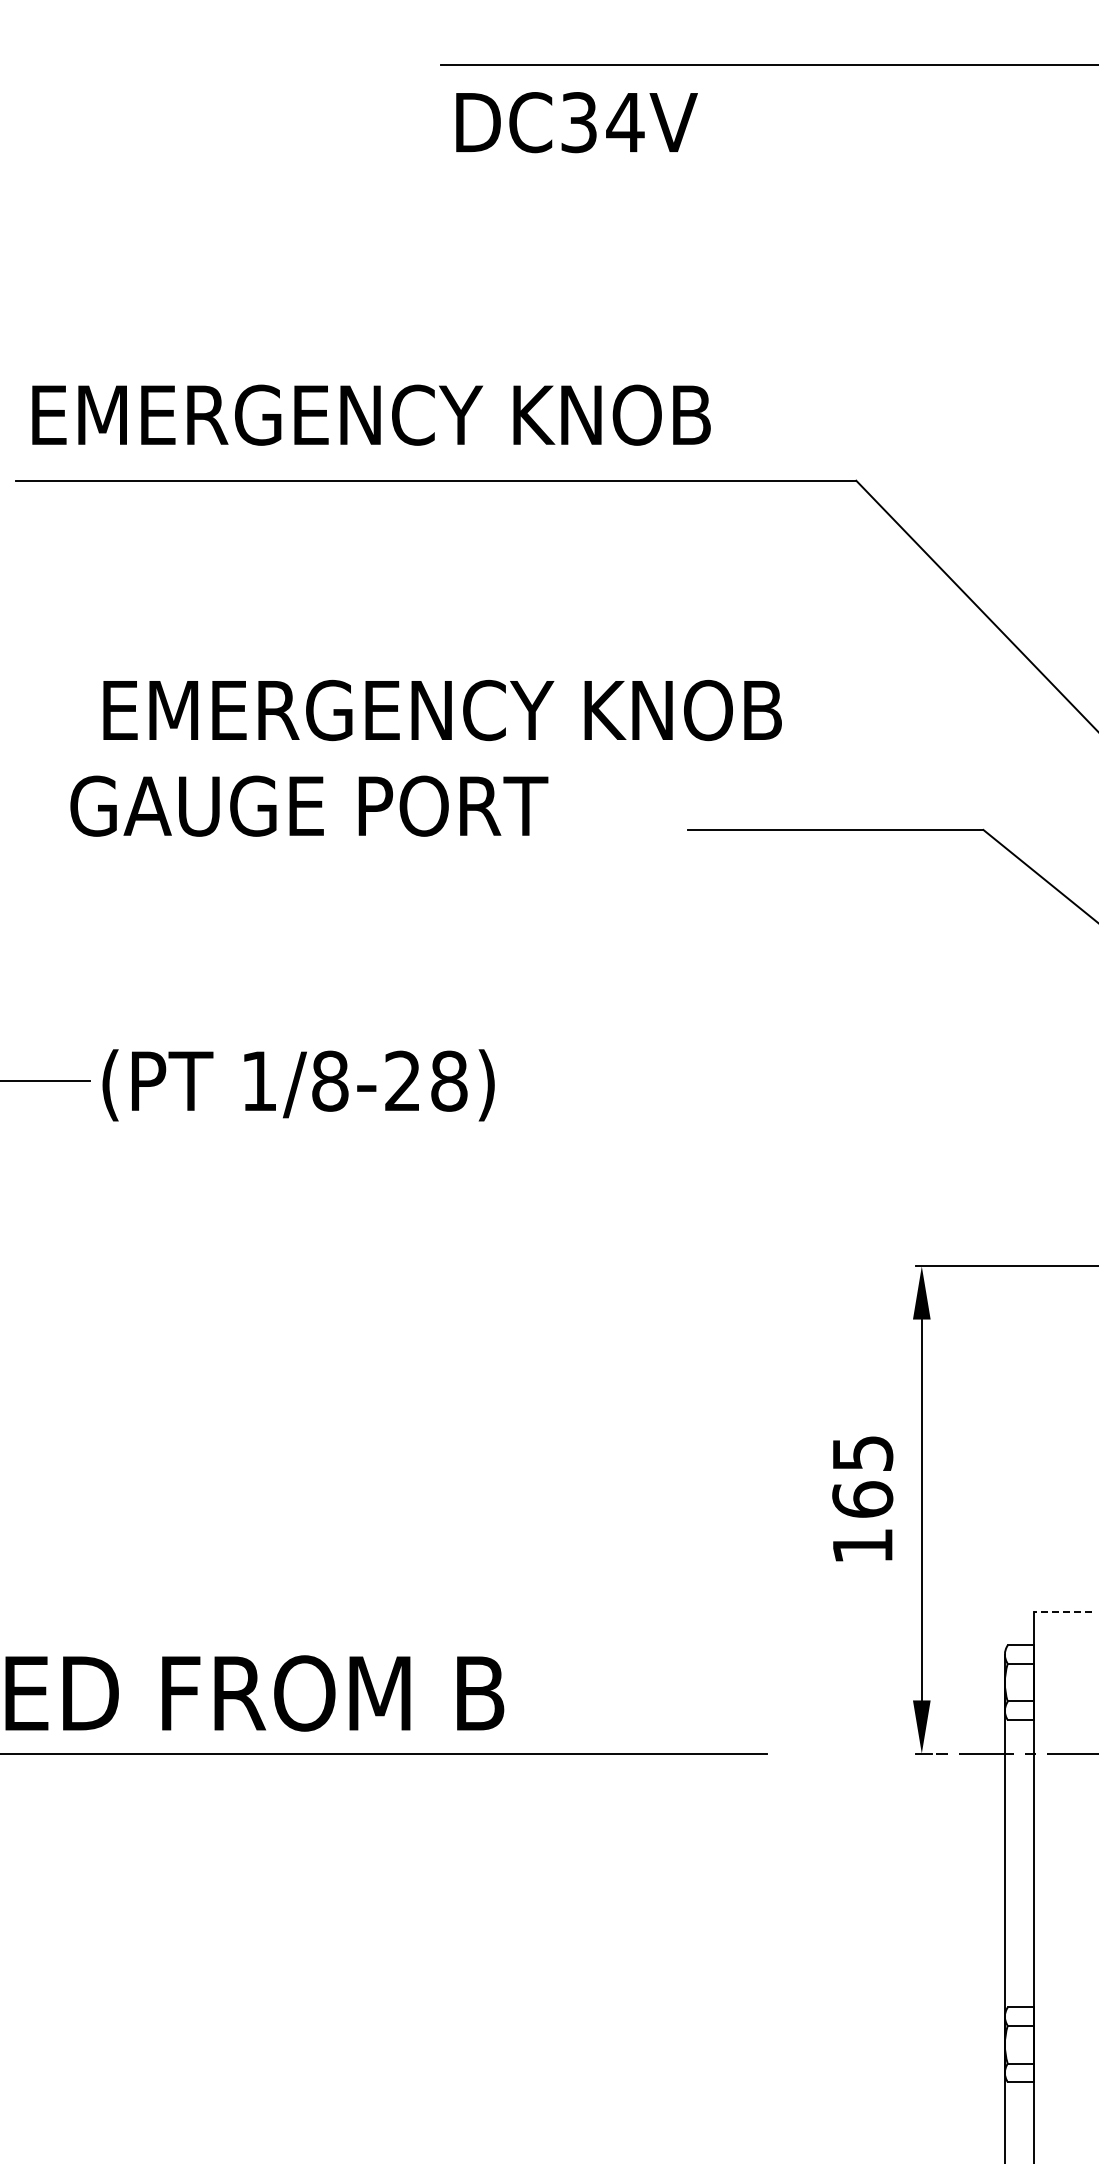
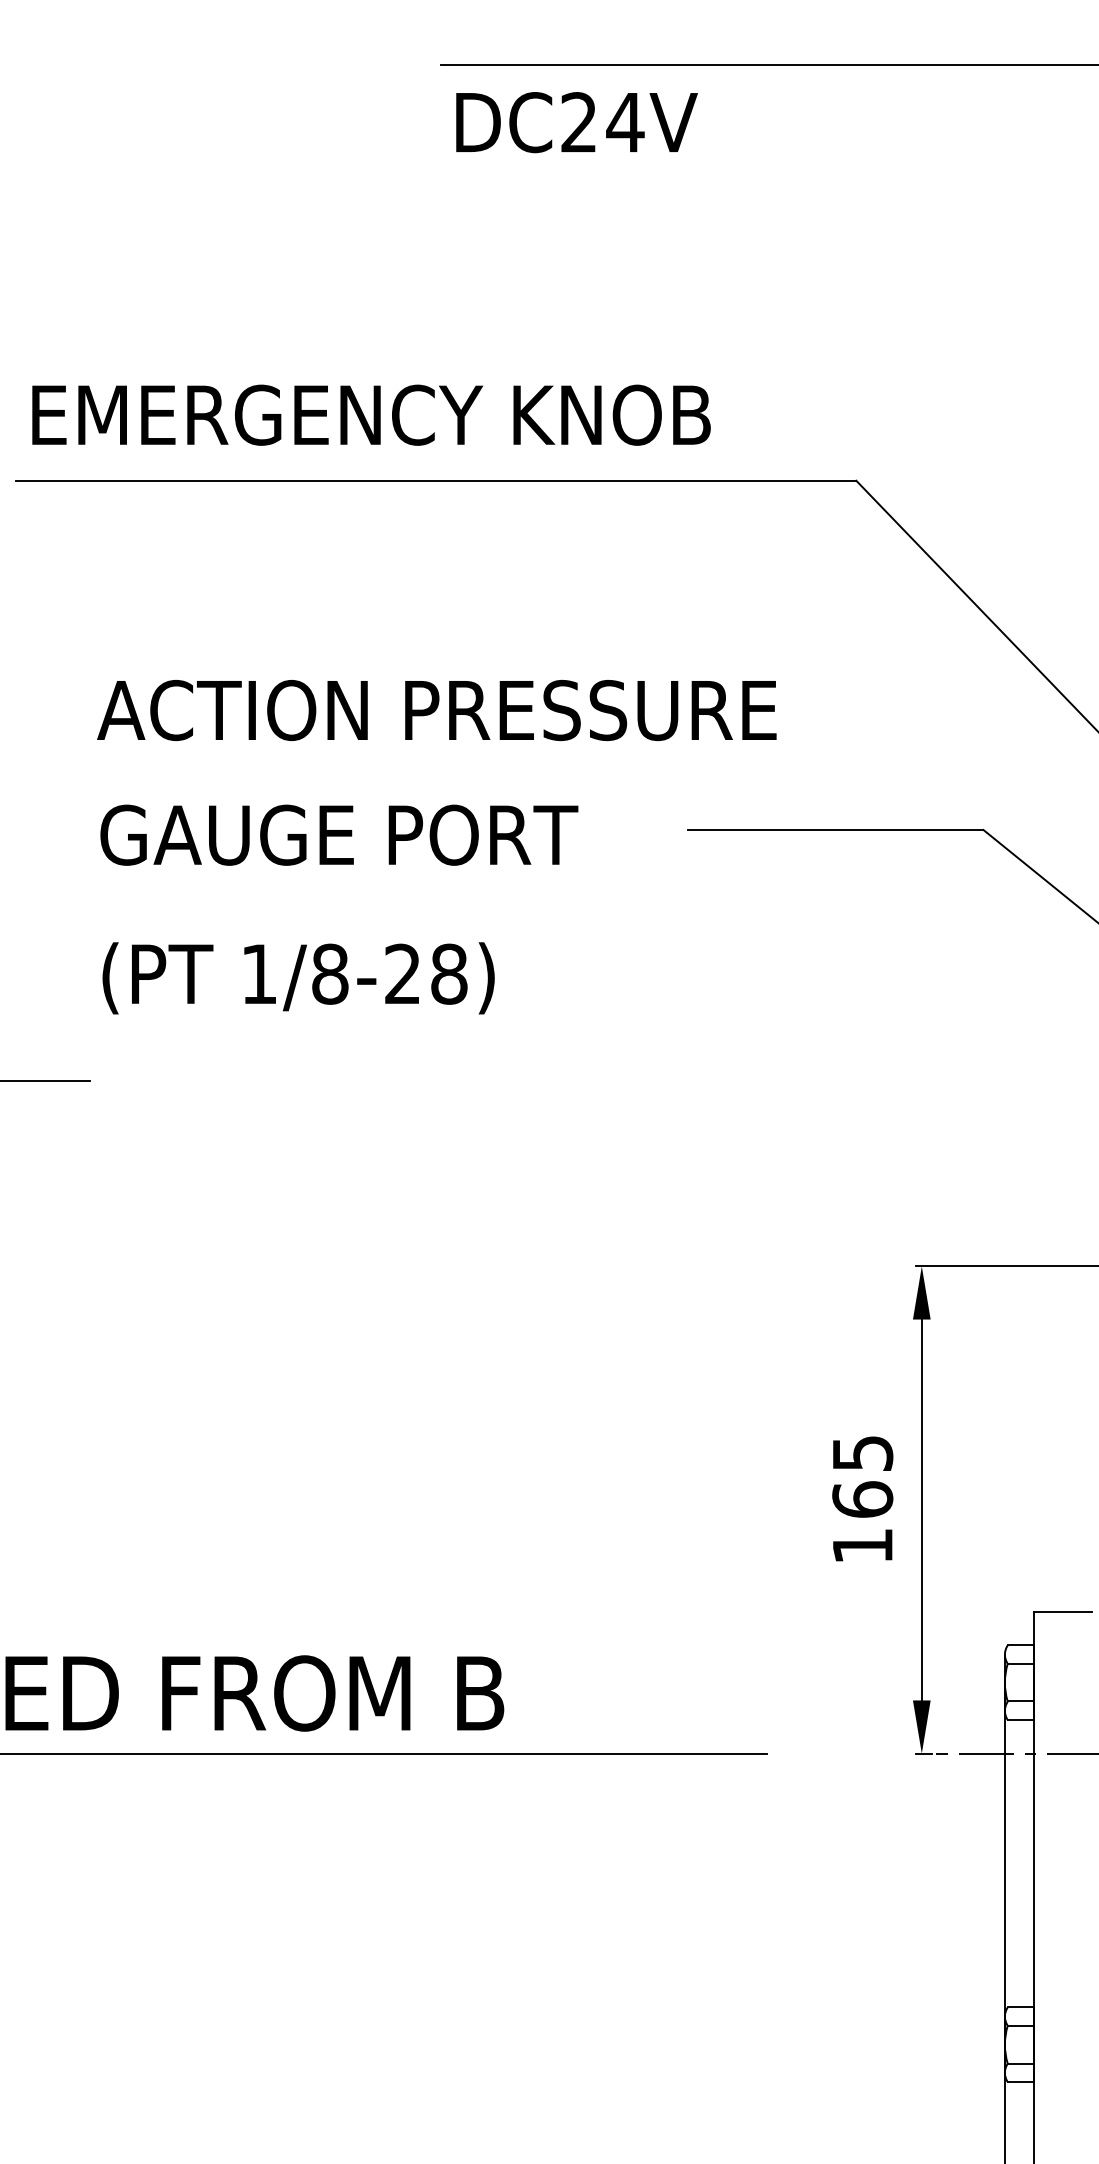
text at (578, 122): DC34V -> DC24V
text at (439, 710): EMERGENCY KNOB -> ACTION PRESSURE
text at (309, 805) position: (309, 805) -> (339, 834)
text at (298, 1085) position: (298, 1085) -> (298, 978)
line at (1063, 1611): dashed -> solid
